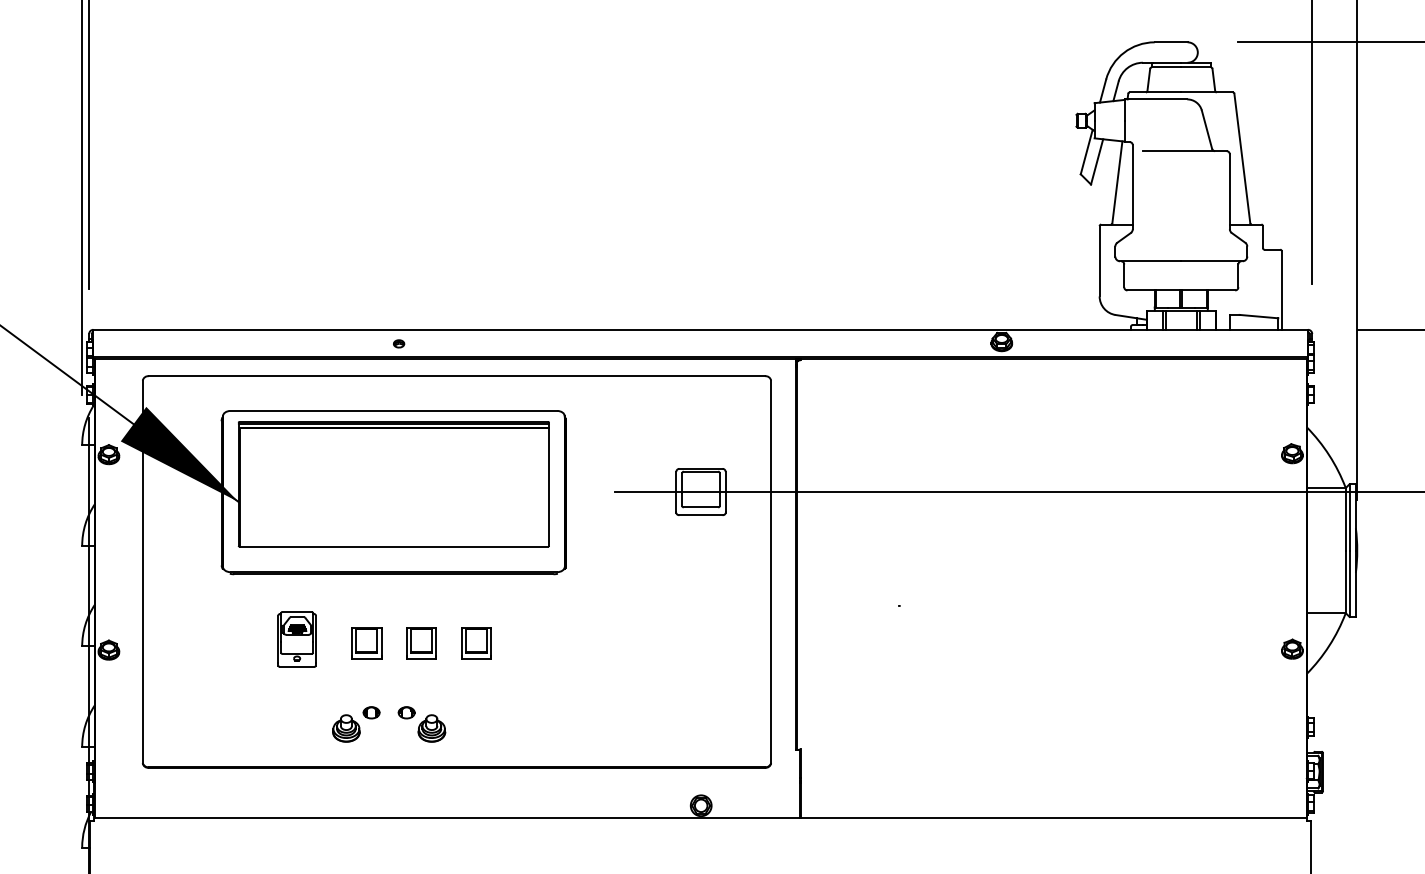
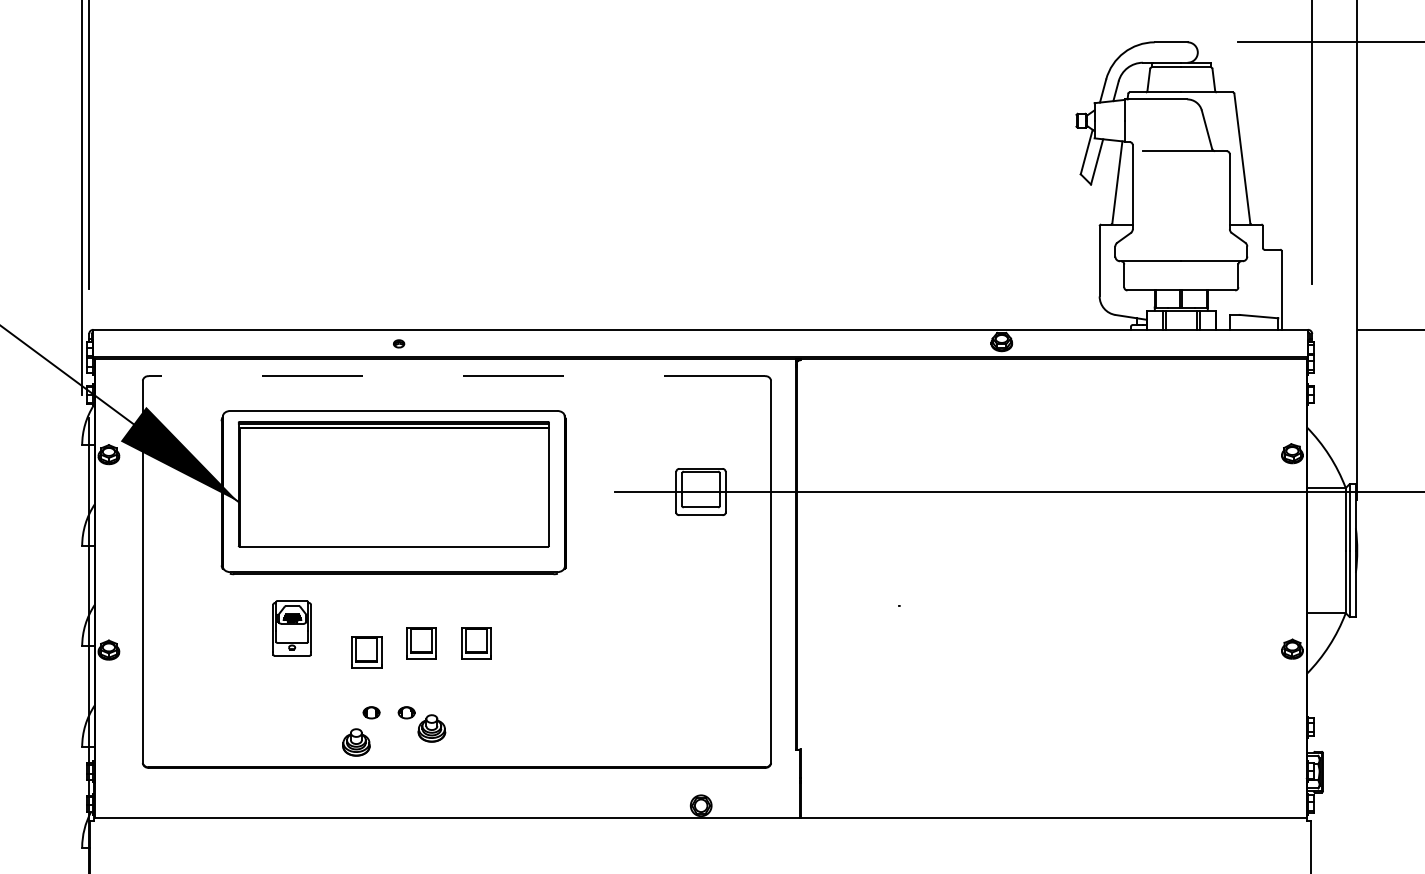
line at (456, 376): solid -> dashed
part at (296, 639) position: (296, 639) -> (291, 628)
part at (366, 643) position: (366, 643) -> (366, 652)
part at (346, 728) position: (346, 728) -> (356, 742)
